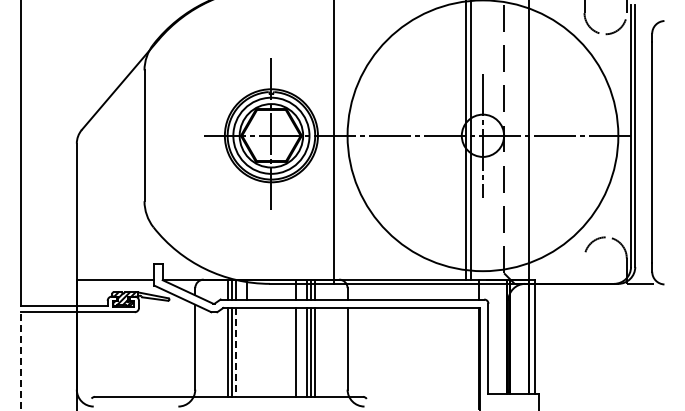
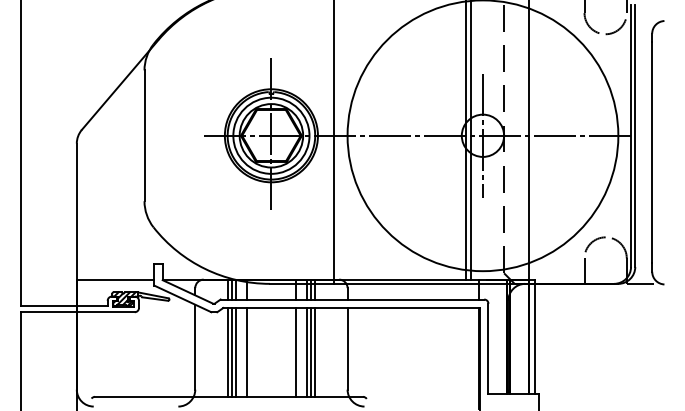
line at (584, 270): none -> present
line at (236, 352): dashed -> solid
line at (247, 352): none -> present
line at (20, 361): dashed -> solid
